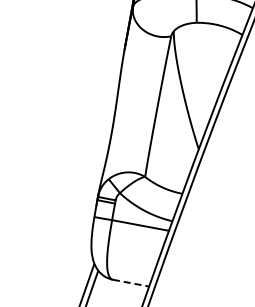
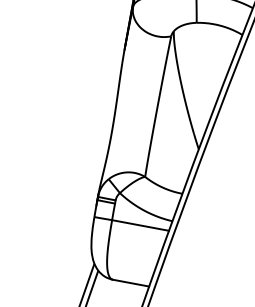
line at (131, 283): dashed -> solid
